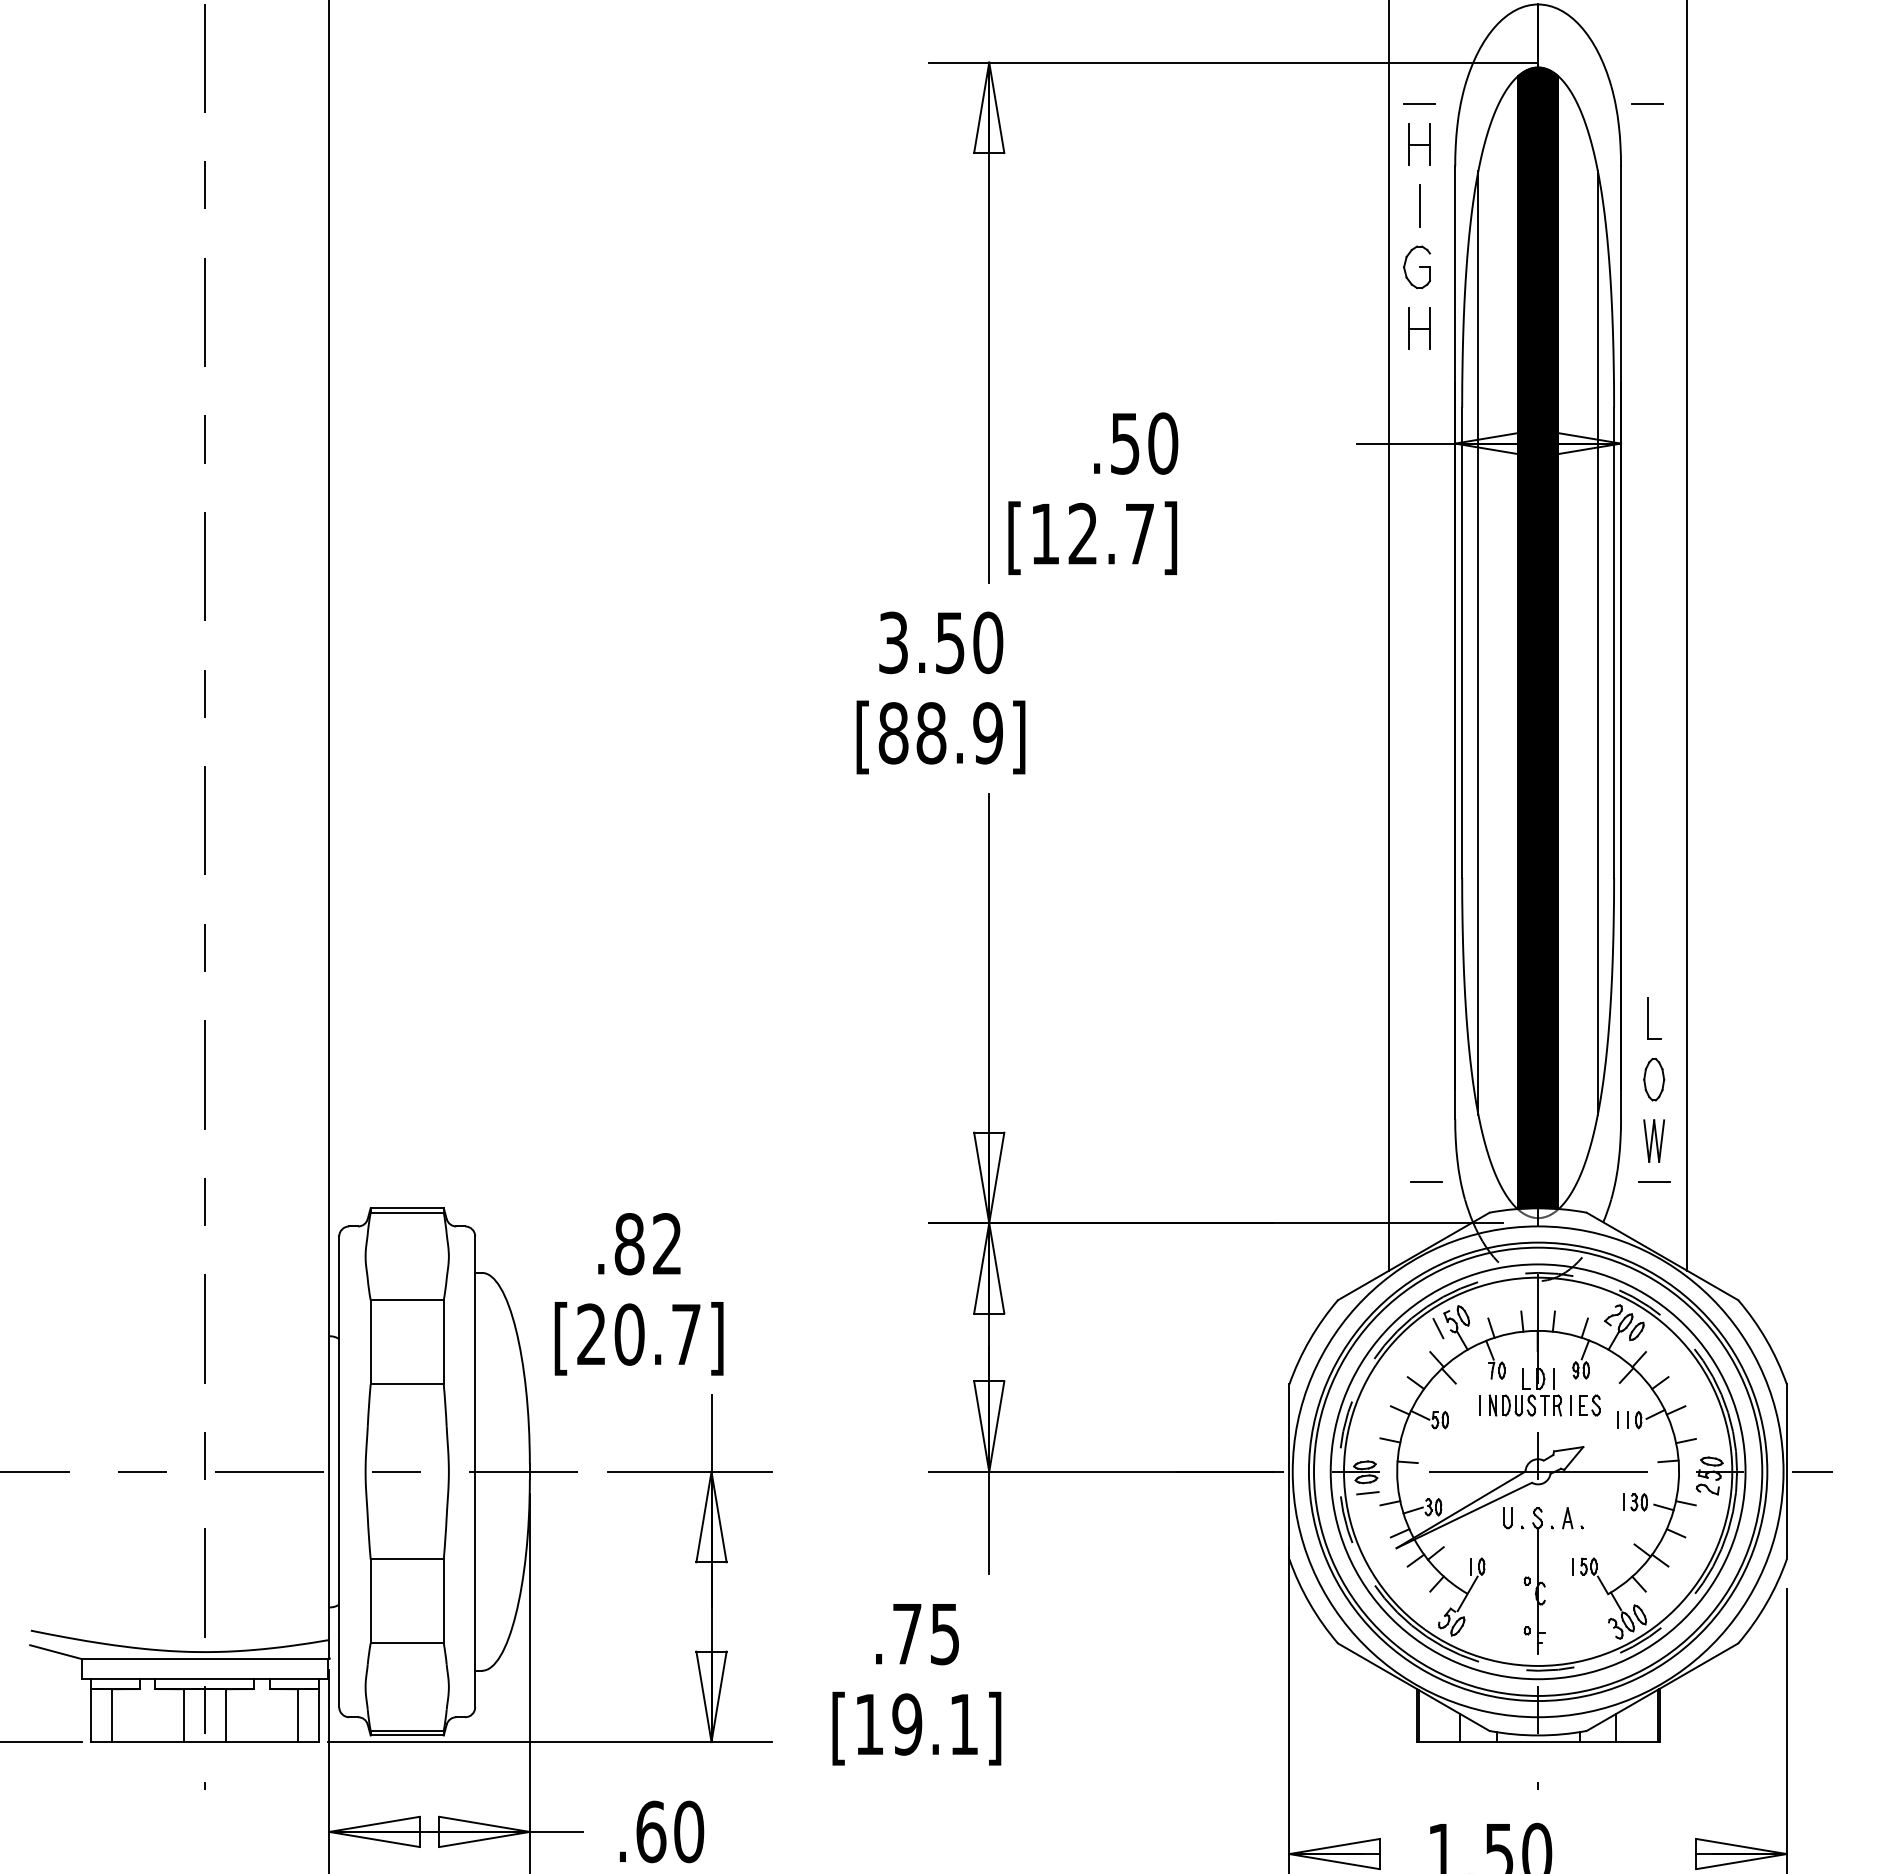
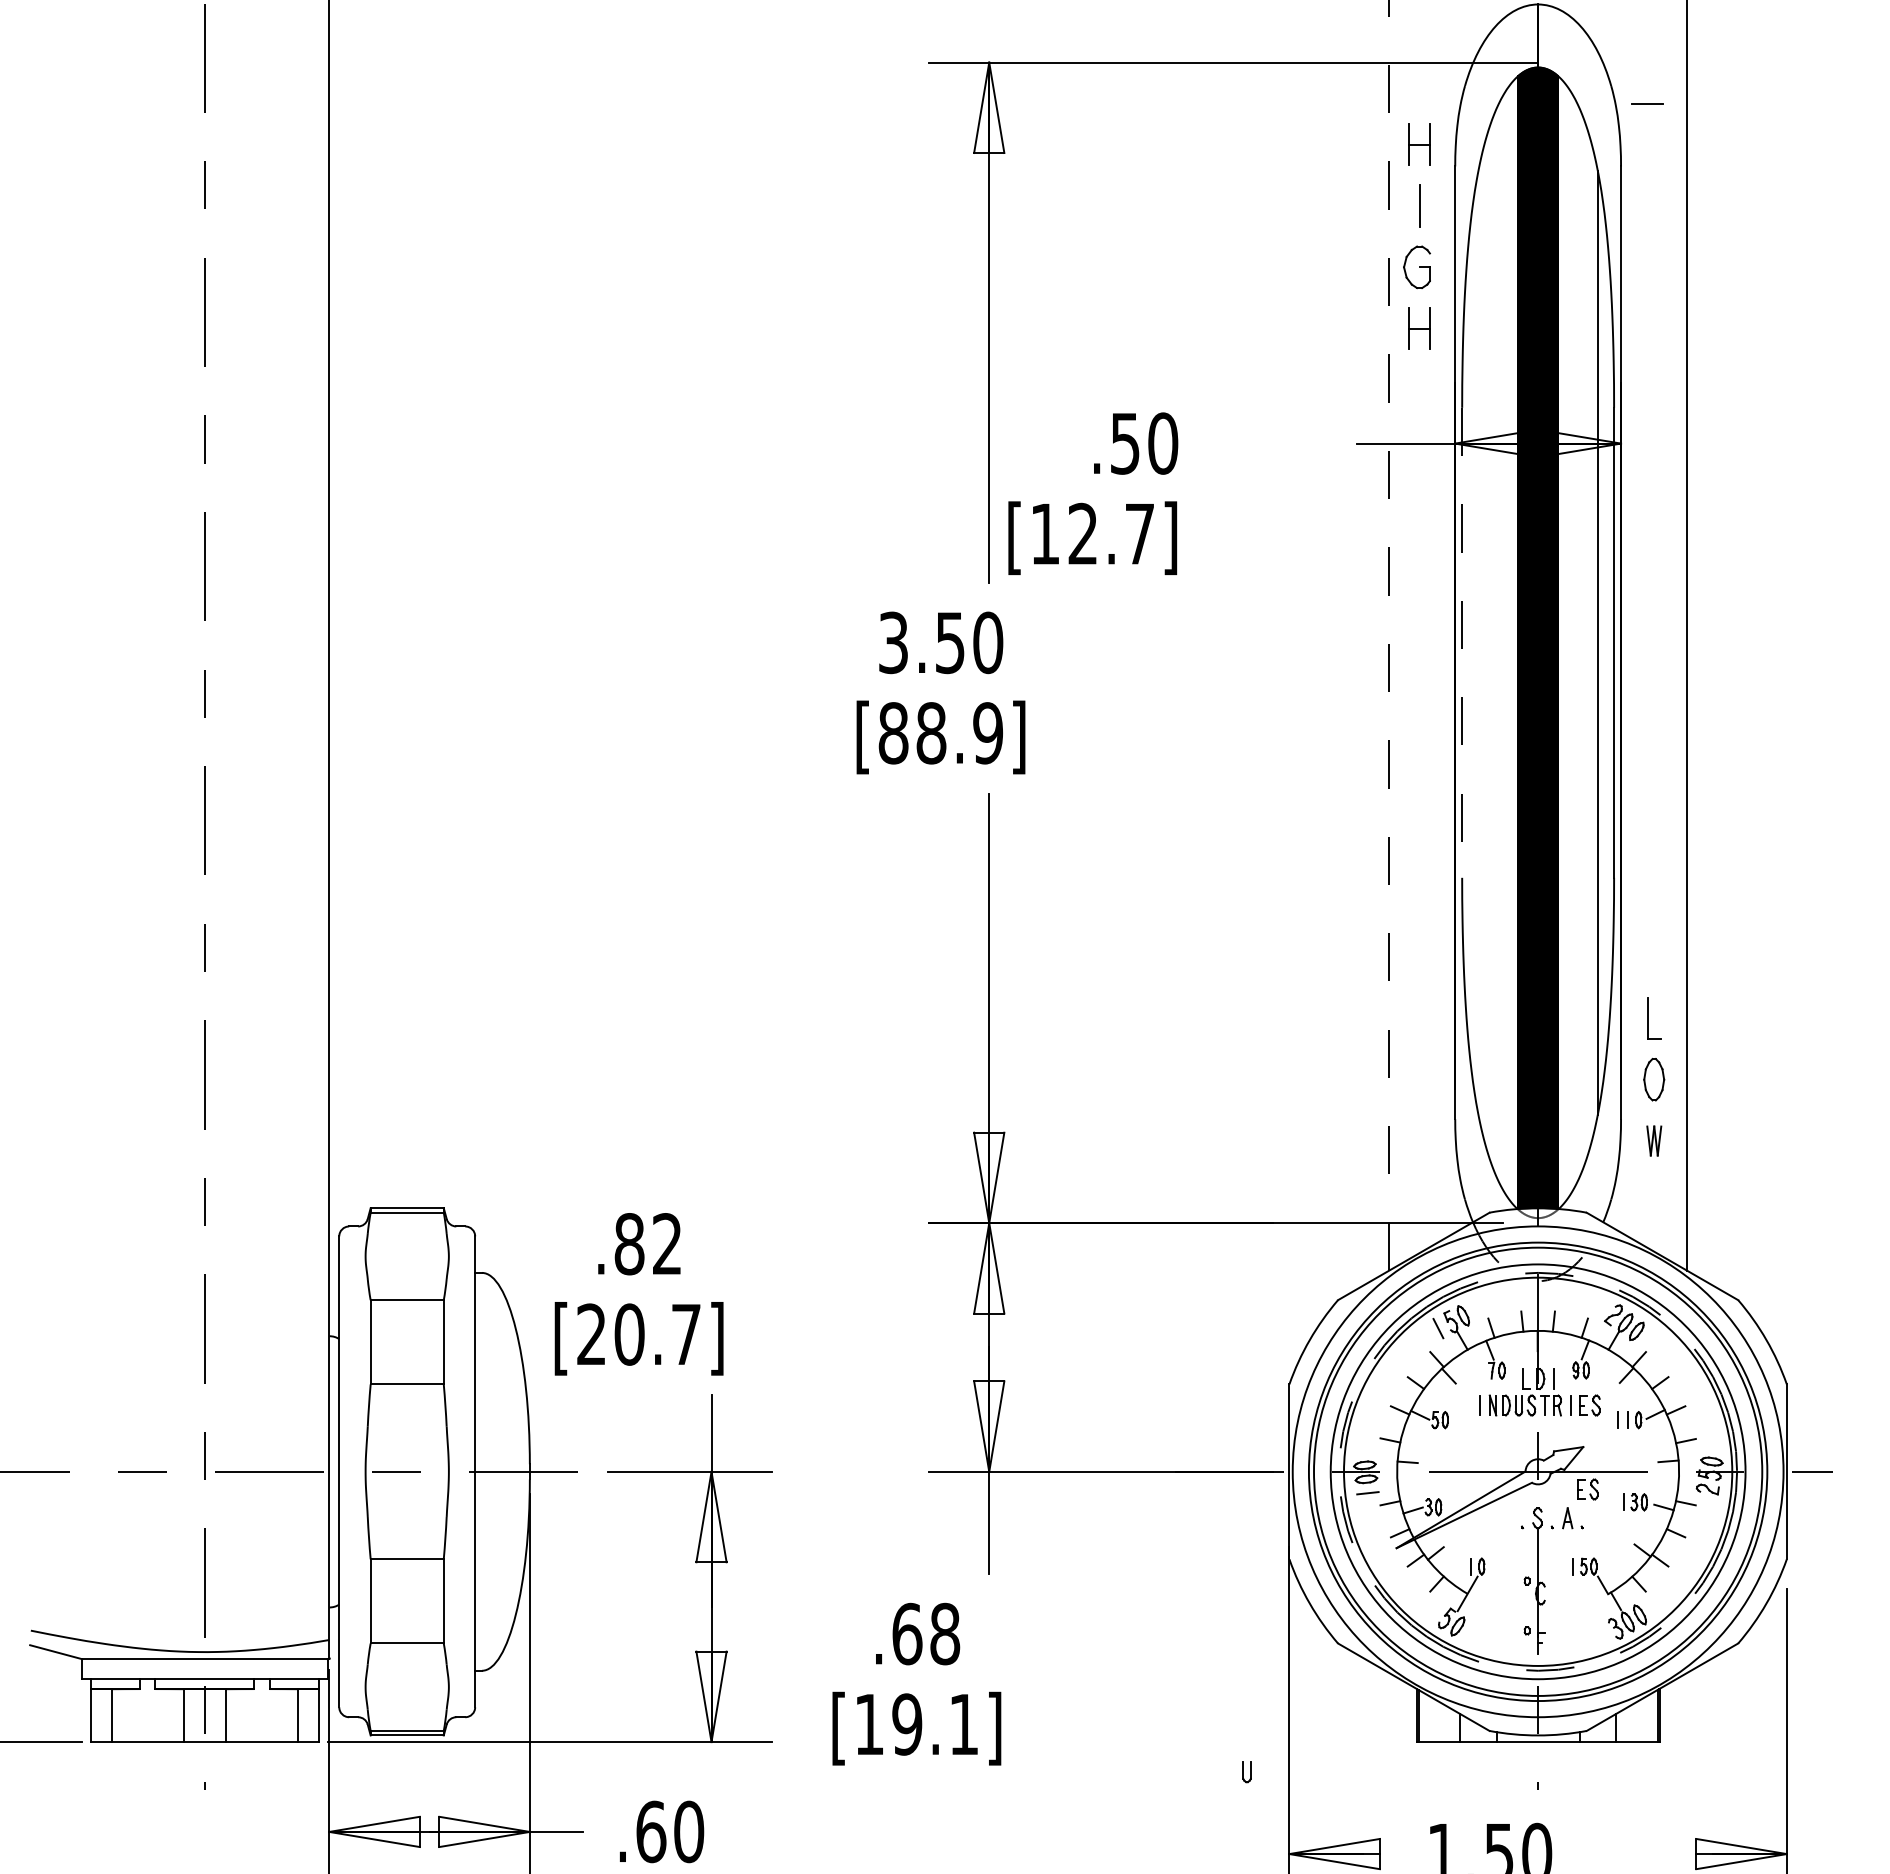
line at (1419, 104): present -> none
line at (1388, 635): solid -> dashed
line at (1462, 642): solid -> dashed
line at (1478, 642): present -> none
part at (1654, 1140) size: 23x44 px -> 17x32 px
line at (1425, 1181): present -> none
line at (1654, 1181): present -> none
part at (1587, 1489): none -> present
part at (1507, 1518) position: (1507, 1518) -> (1246, 1772)
text at (926, 1633): .75 -> .68
